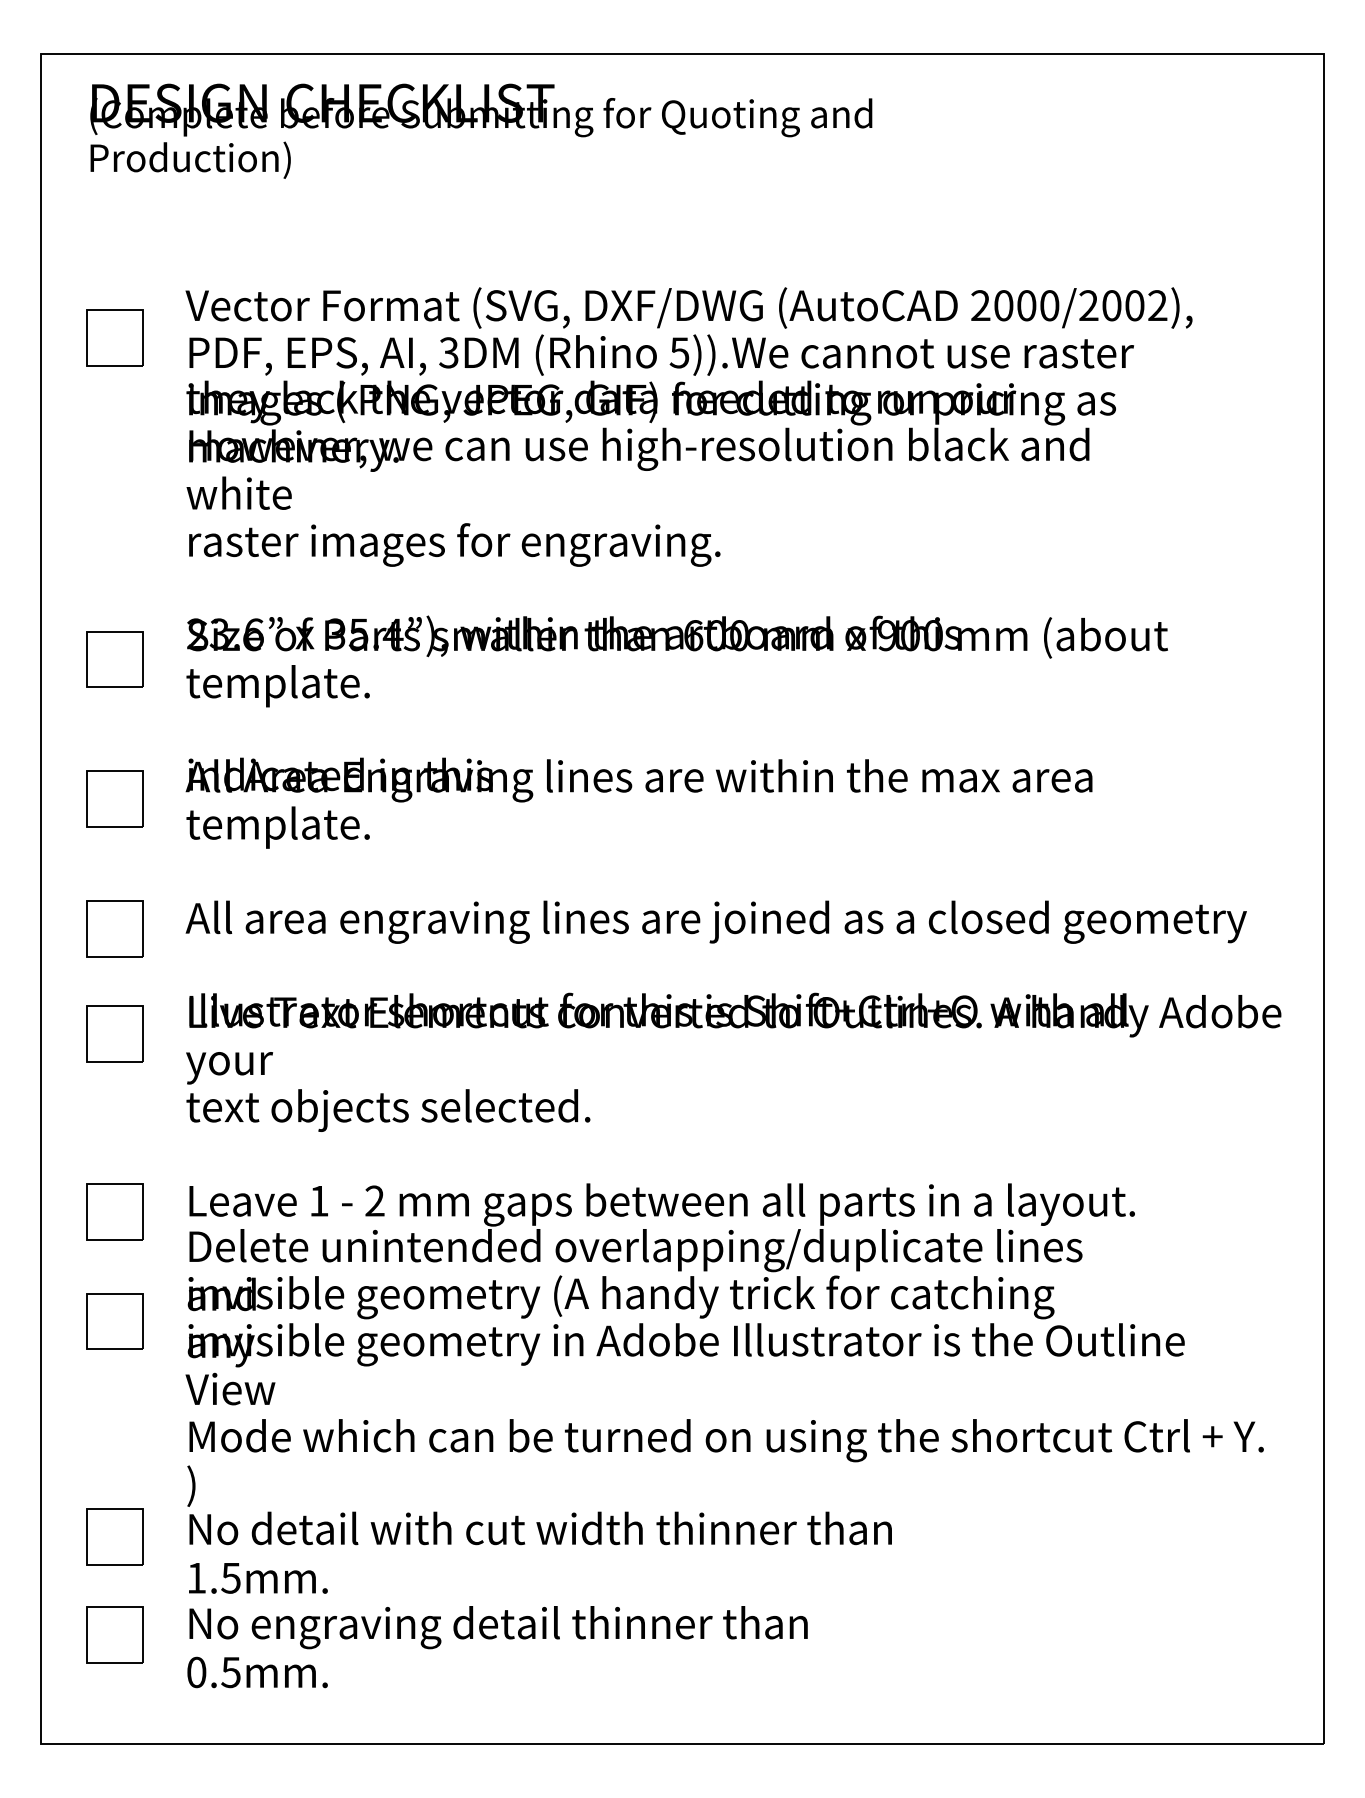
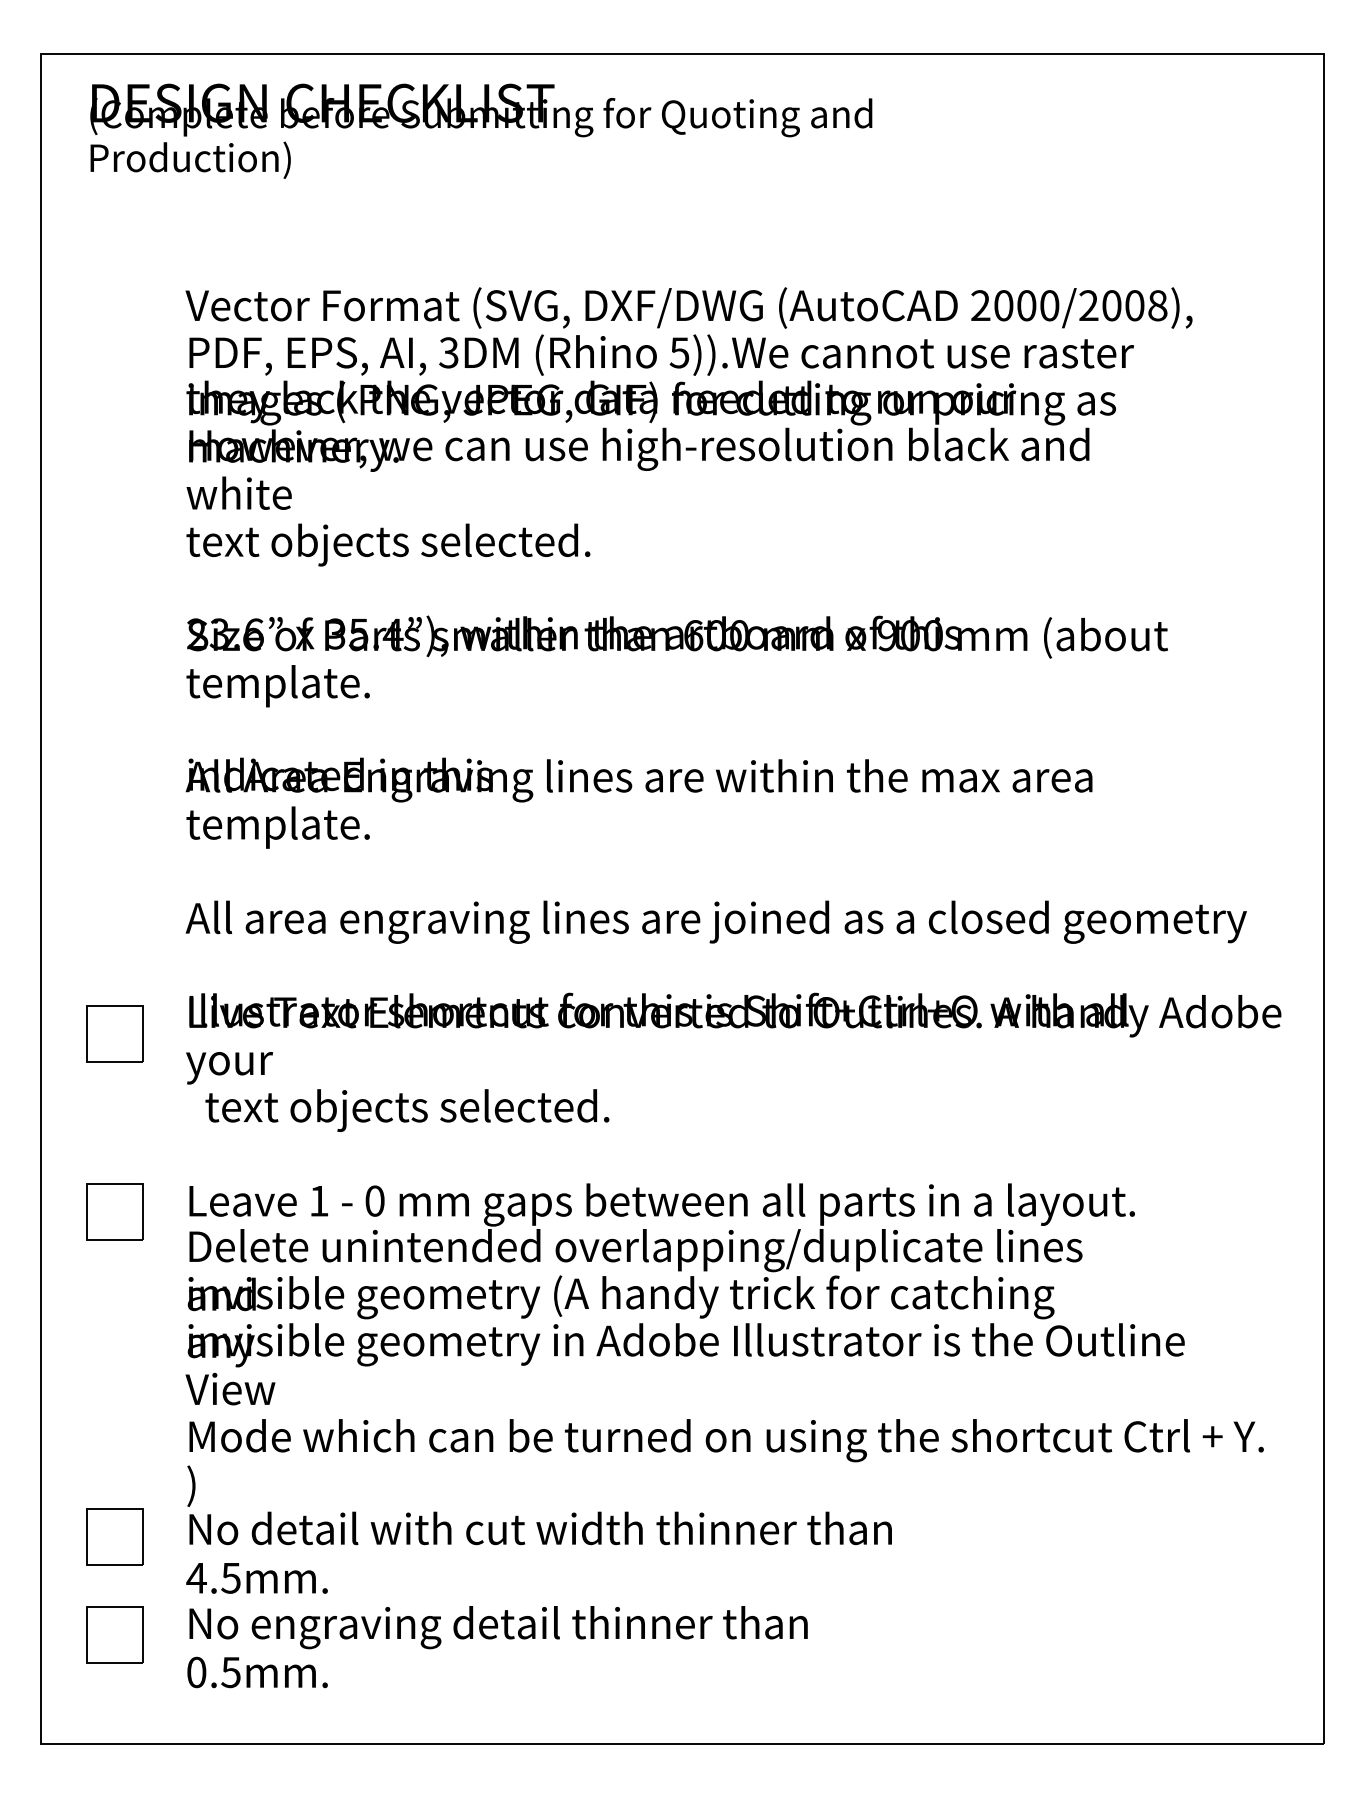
text at (1157, 305): 2000/2002), -> 2000/2008),
part at (114, 337): present -> none
text at (453, 544): raster images for engraving. -> text objects selected.
part at (114, 659): present -> none
part at (114, 798): present -> none
part at (114, 928): present -> none
text at (388, 1110) position: (388, 1110) -> (407, 1110)
text at (374, 1200): 2 -> 0
part at (114, 1321): present -> none
text at (196, 1578): 1.5mm. -> 4.5mm.
